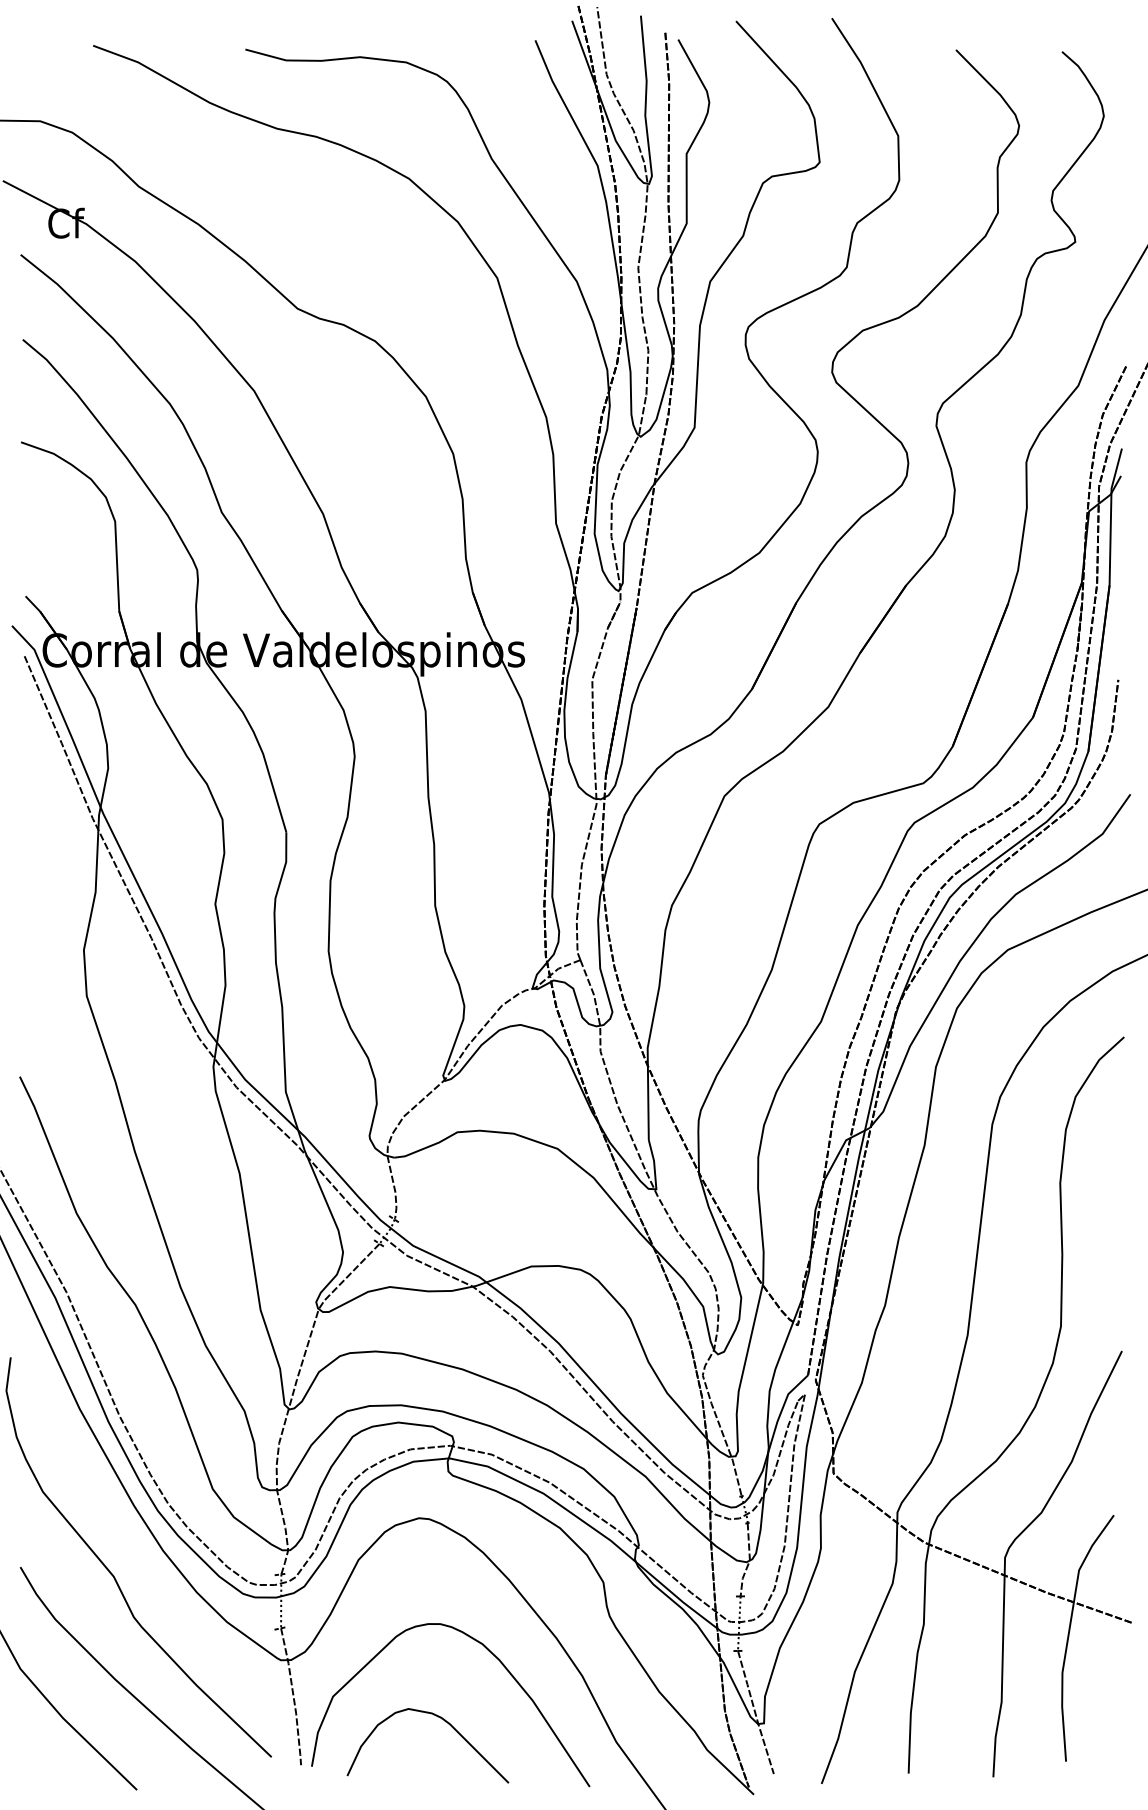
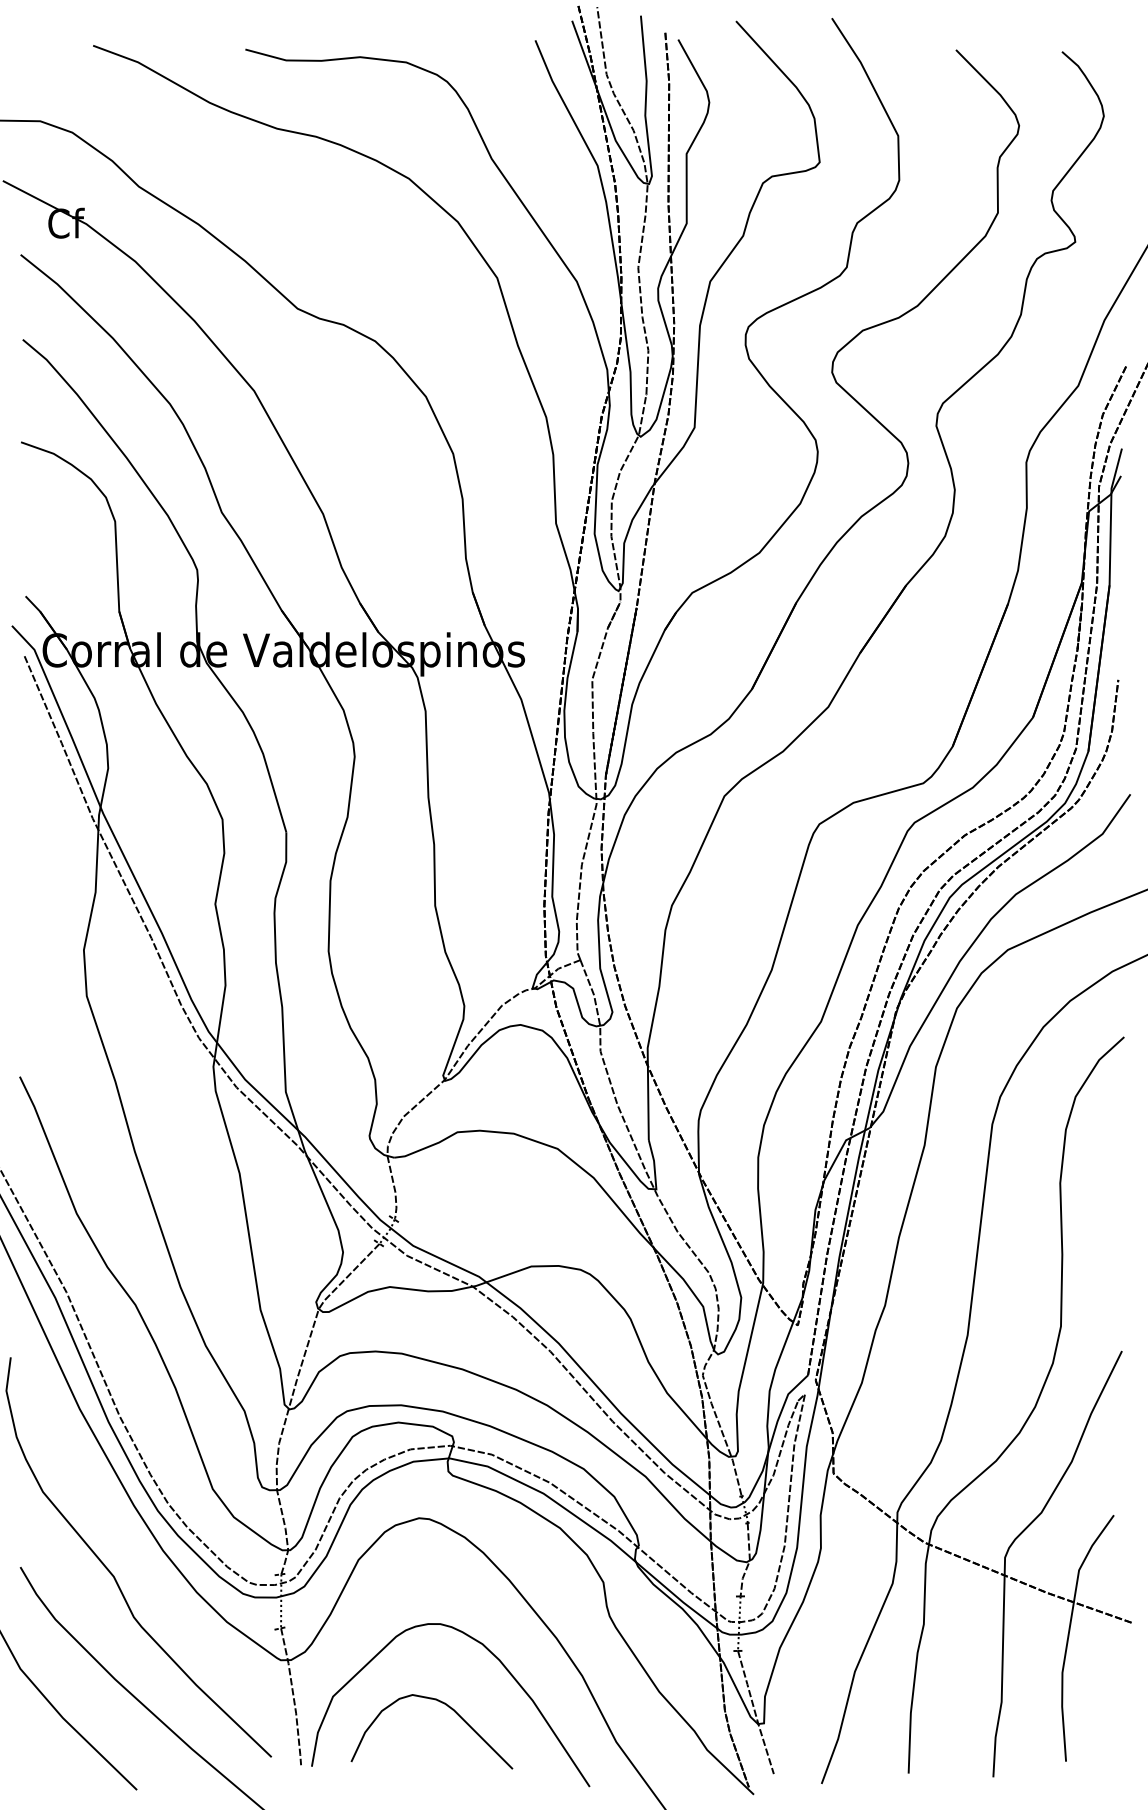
curve at (445, 1722) position: (445, 1722) -> (449, 1708)
